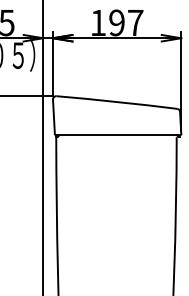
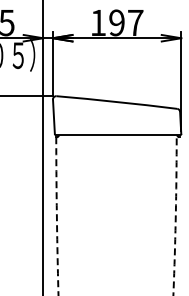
arc at (175, 215): solid -> dashed
arc at (56, 216): solid -> dashed
